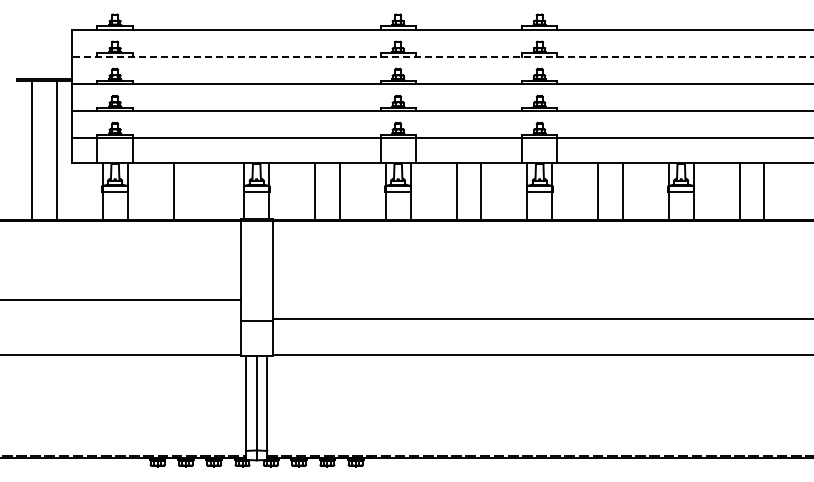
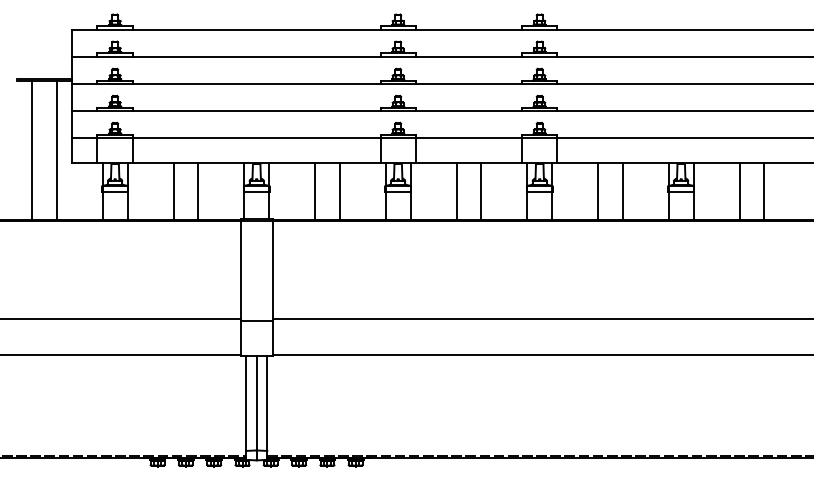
line at (442, 56): dashed -> solid
line at (198, 191): none -> present
line at (121, 300) position: (121, 300) -> (121, 319)
